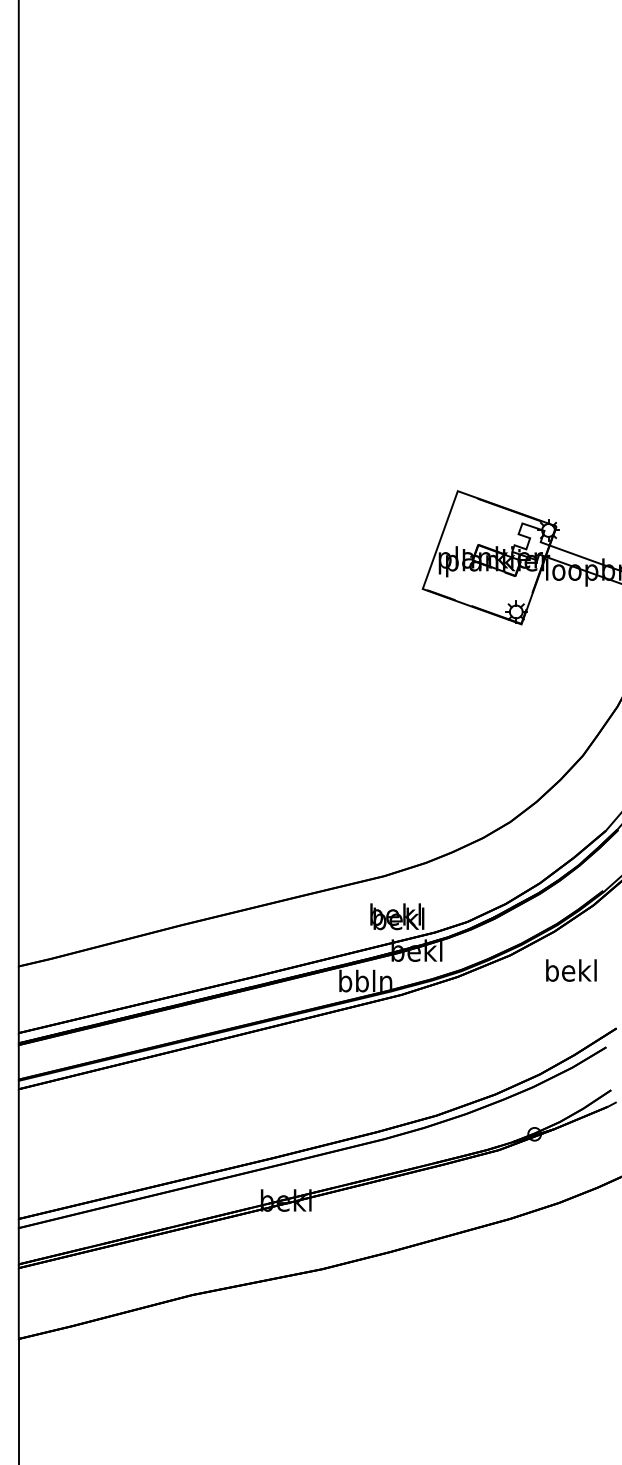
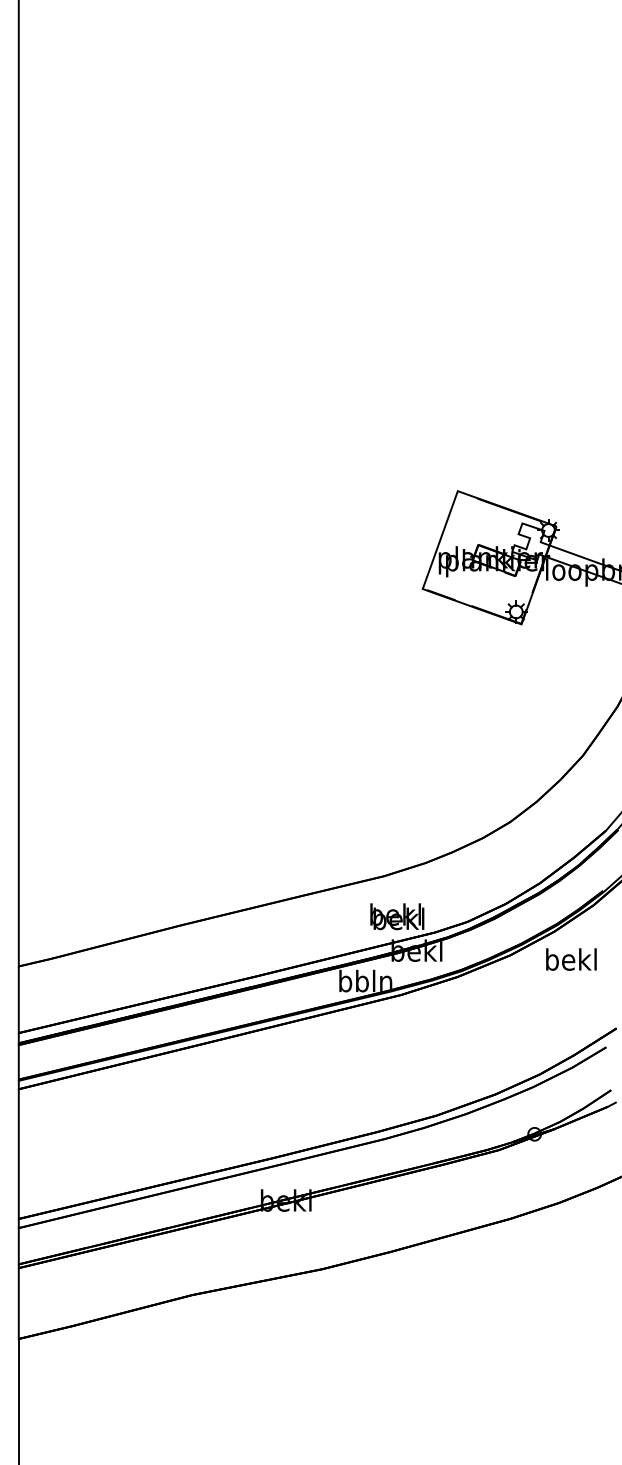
text at (571, 970) position: (571, 970) -> (571, 959)
